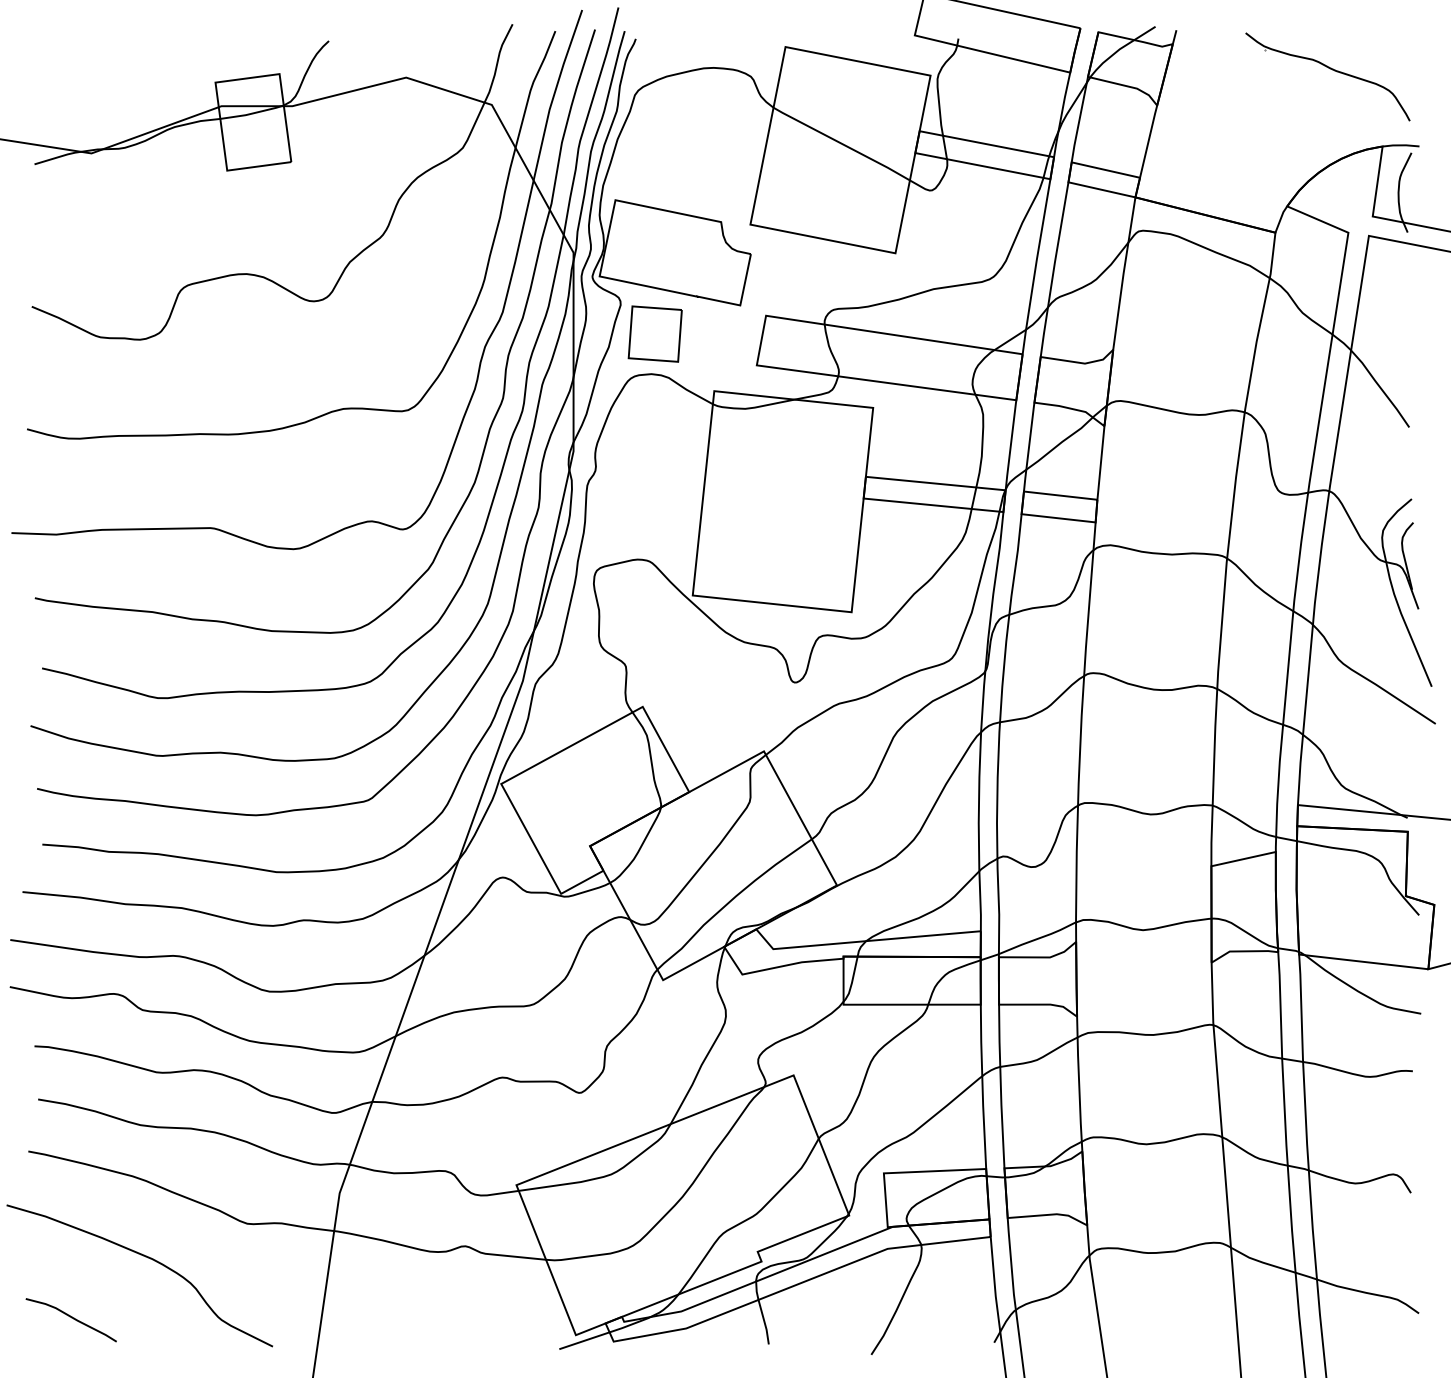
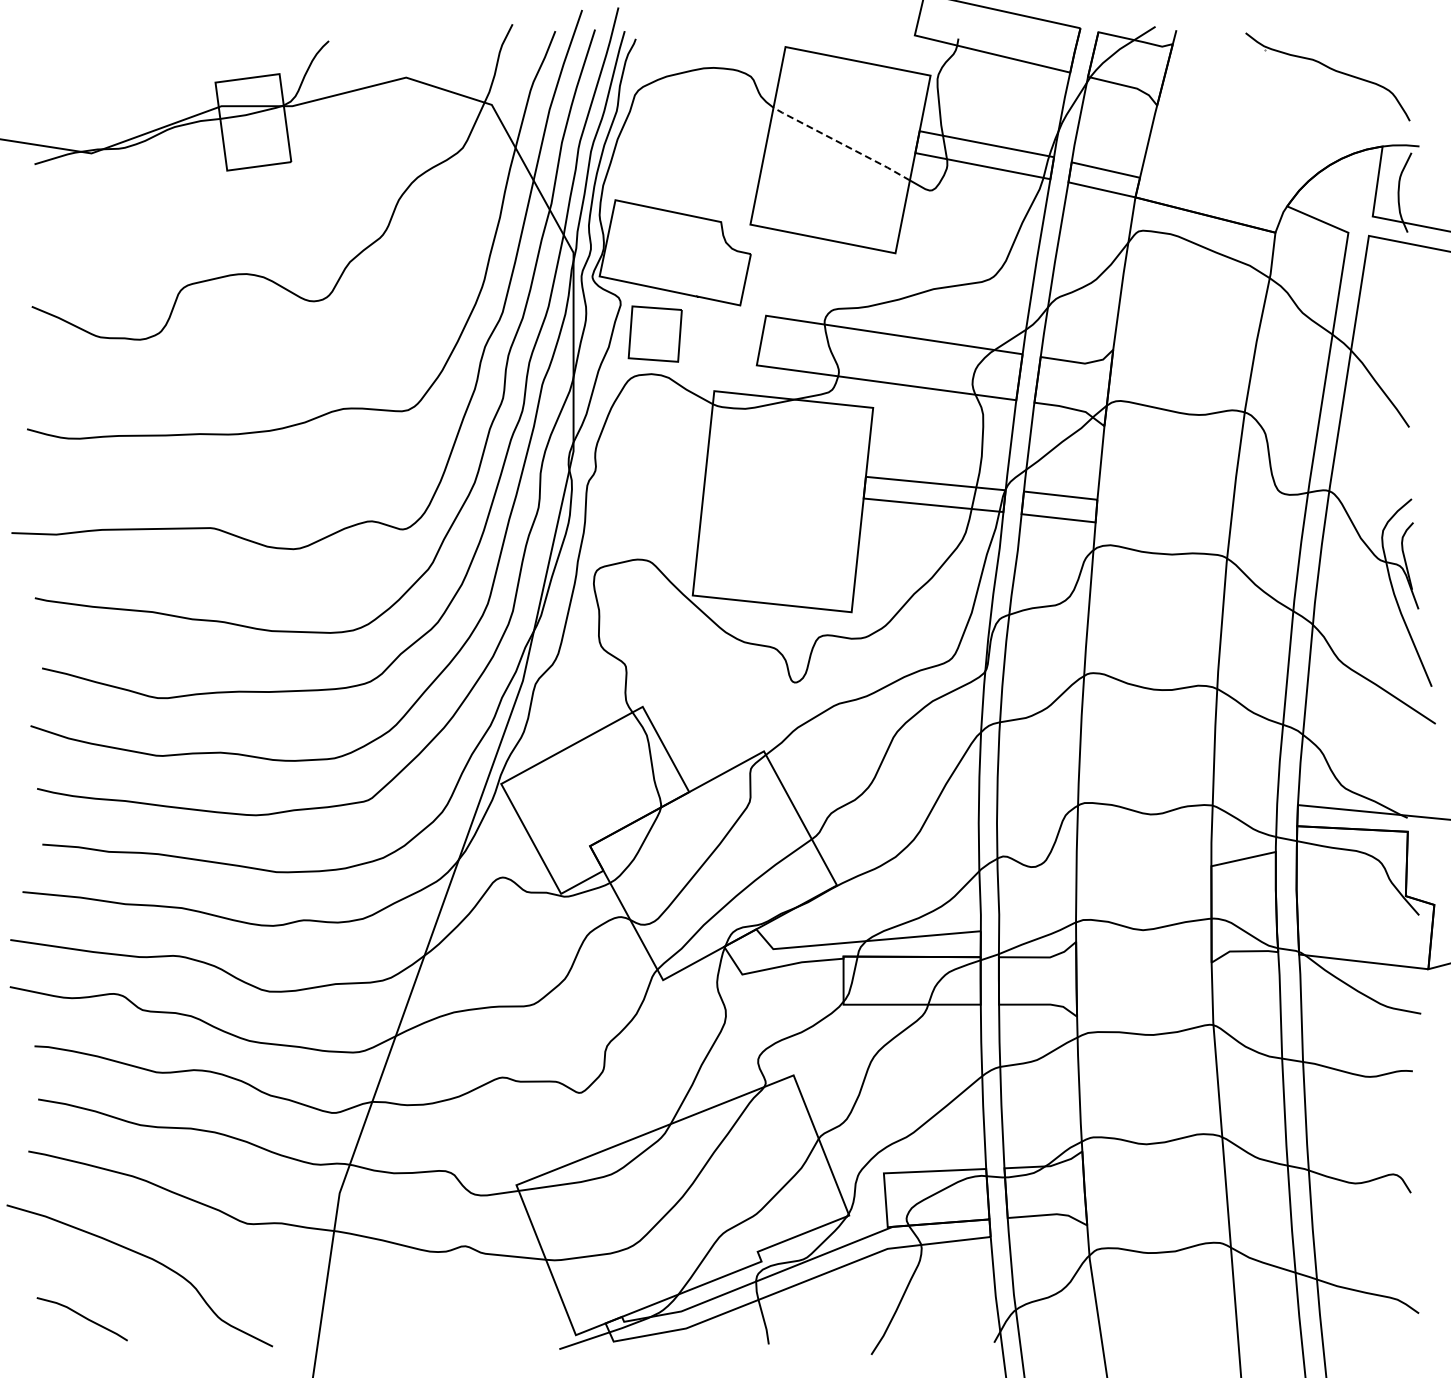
line at (841, 143): solid -> dashed
curve at (71, 1318) position: (71, 1318) -> (82, 1317)
